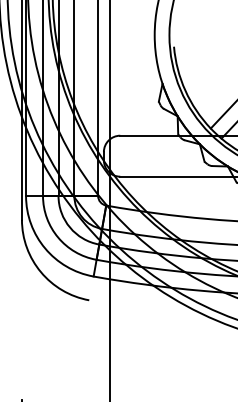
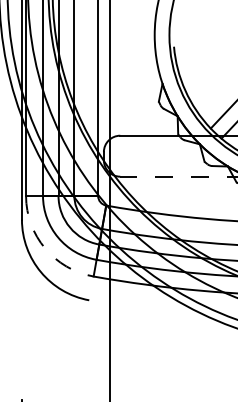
line at (178, 176): solid -> dashed
arc at (45, 248): solid -> dashed
